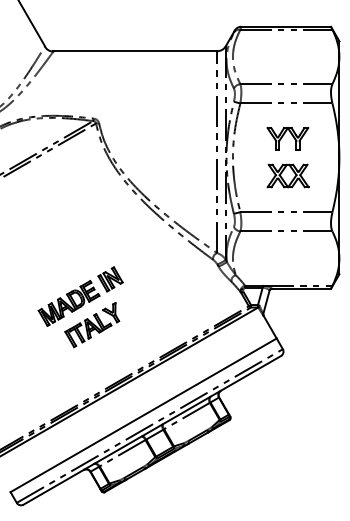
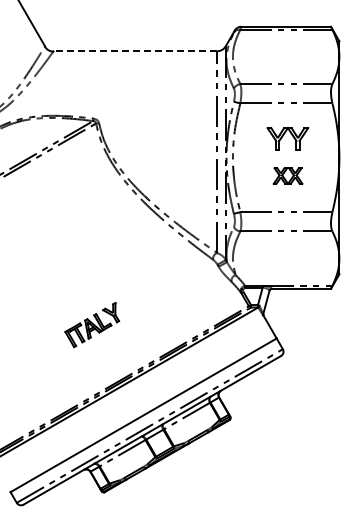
line at (135, 51): solid -> dashed
part at (287, 175) size: 44x26 px -> 32x18 px
part at (80, 296): present -> none
